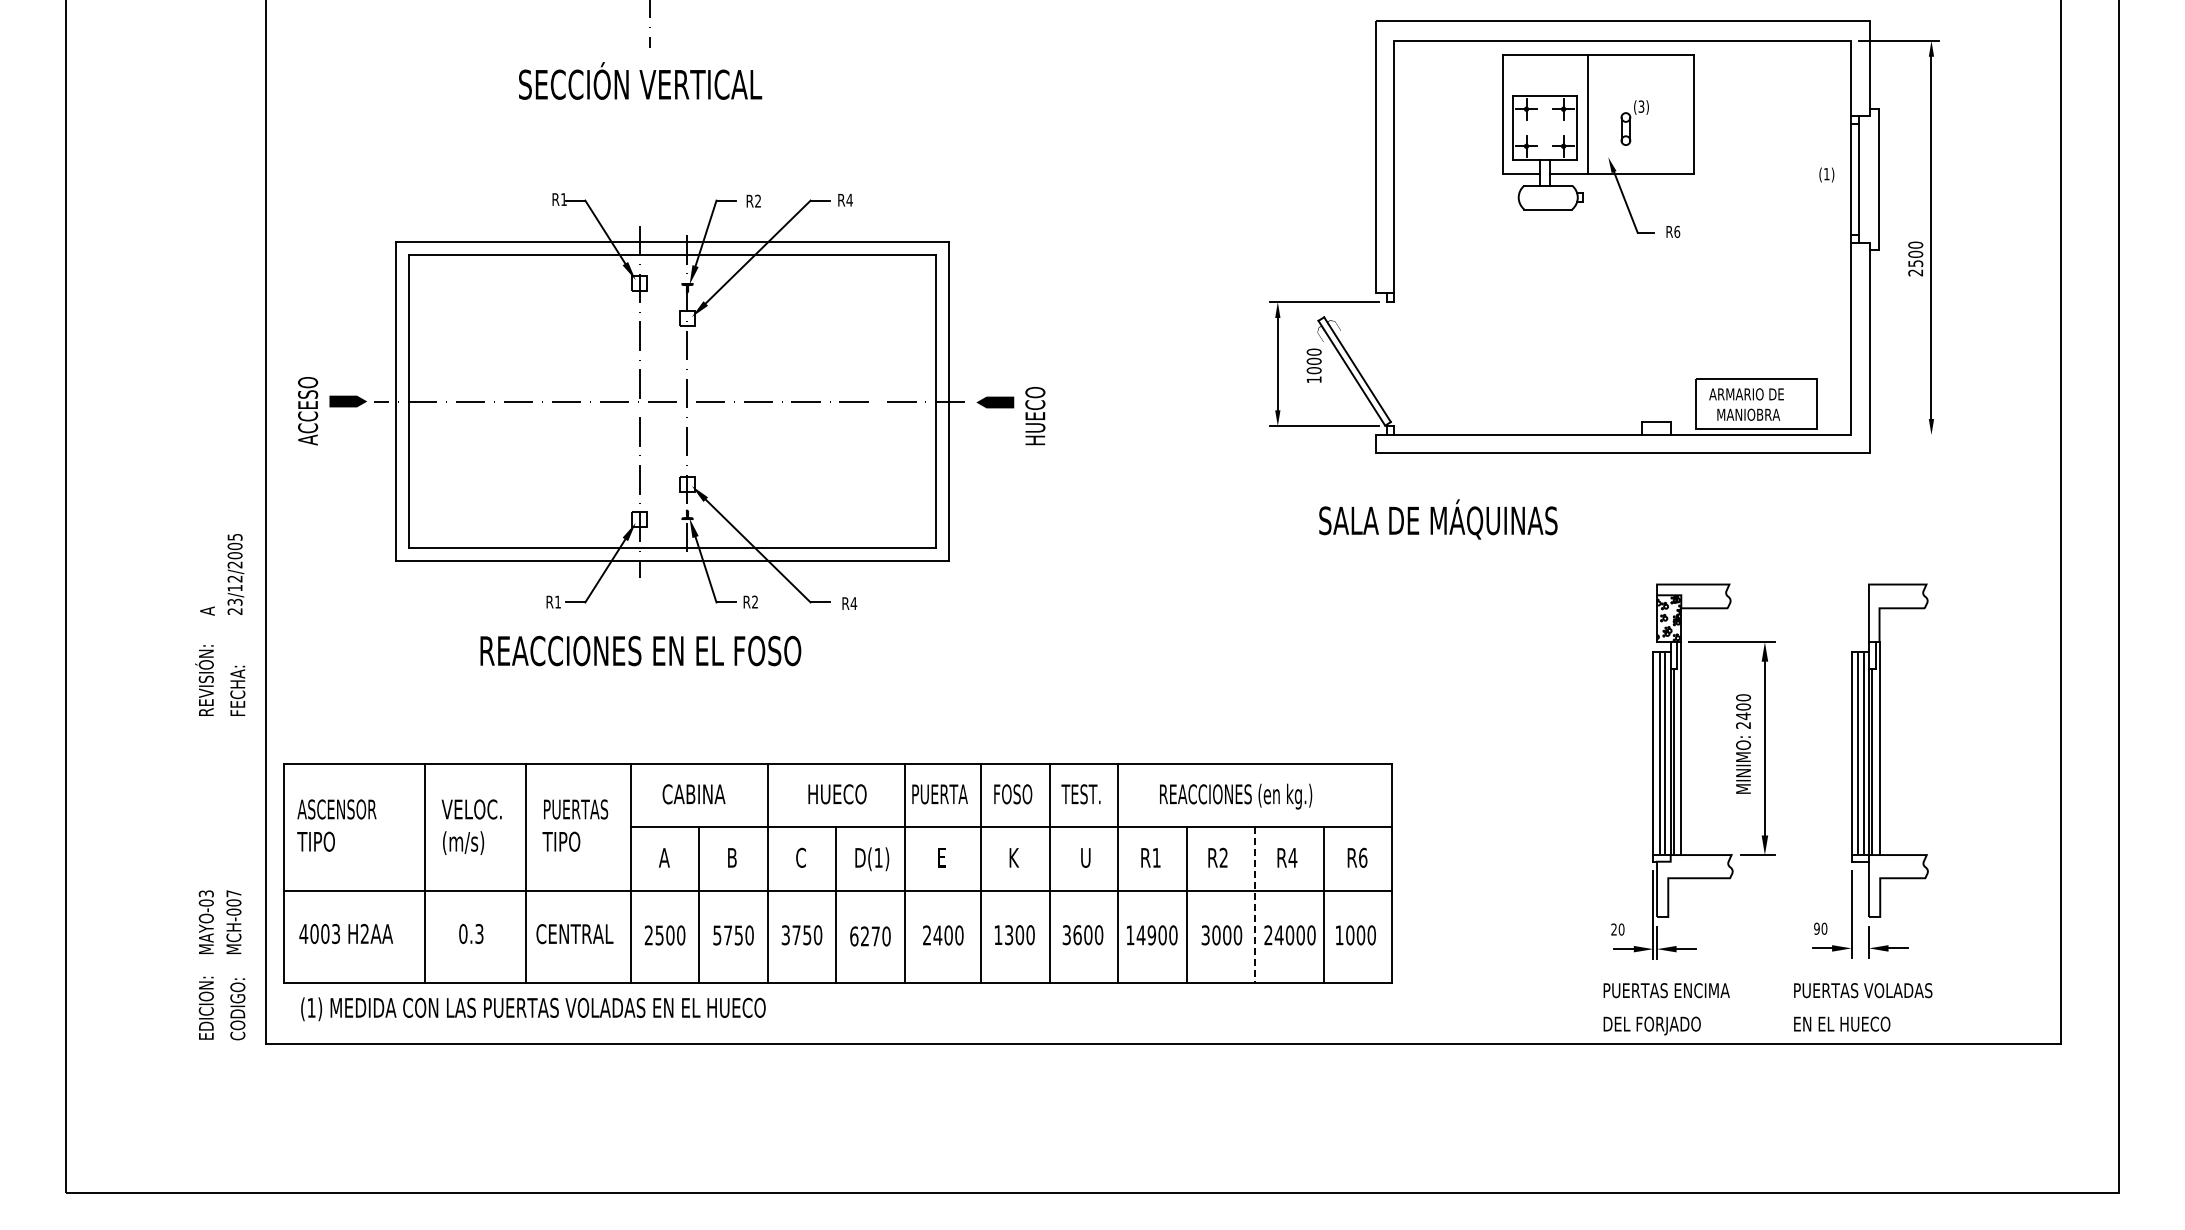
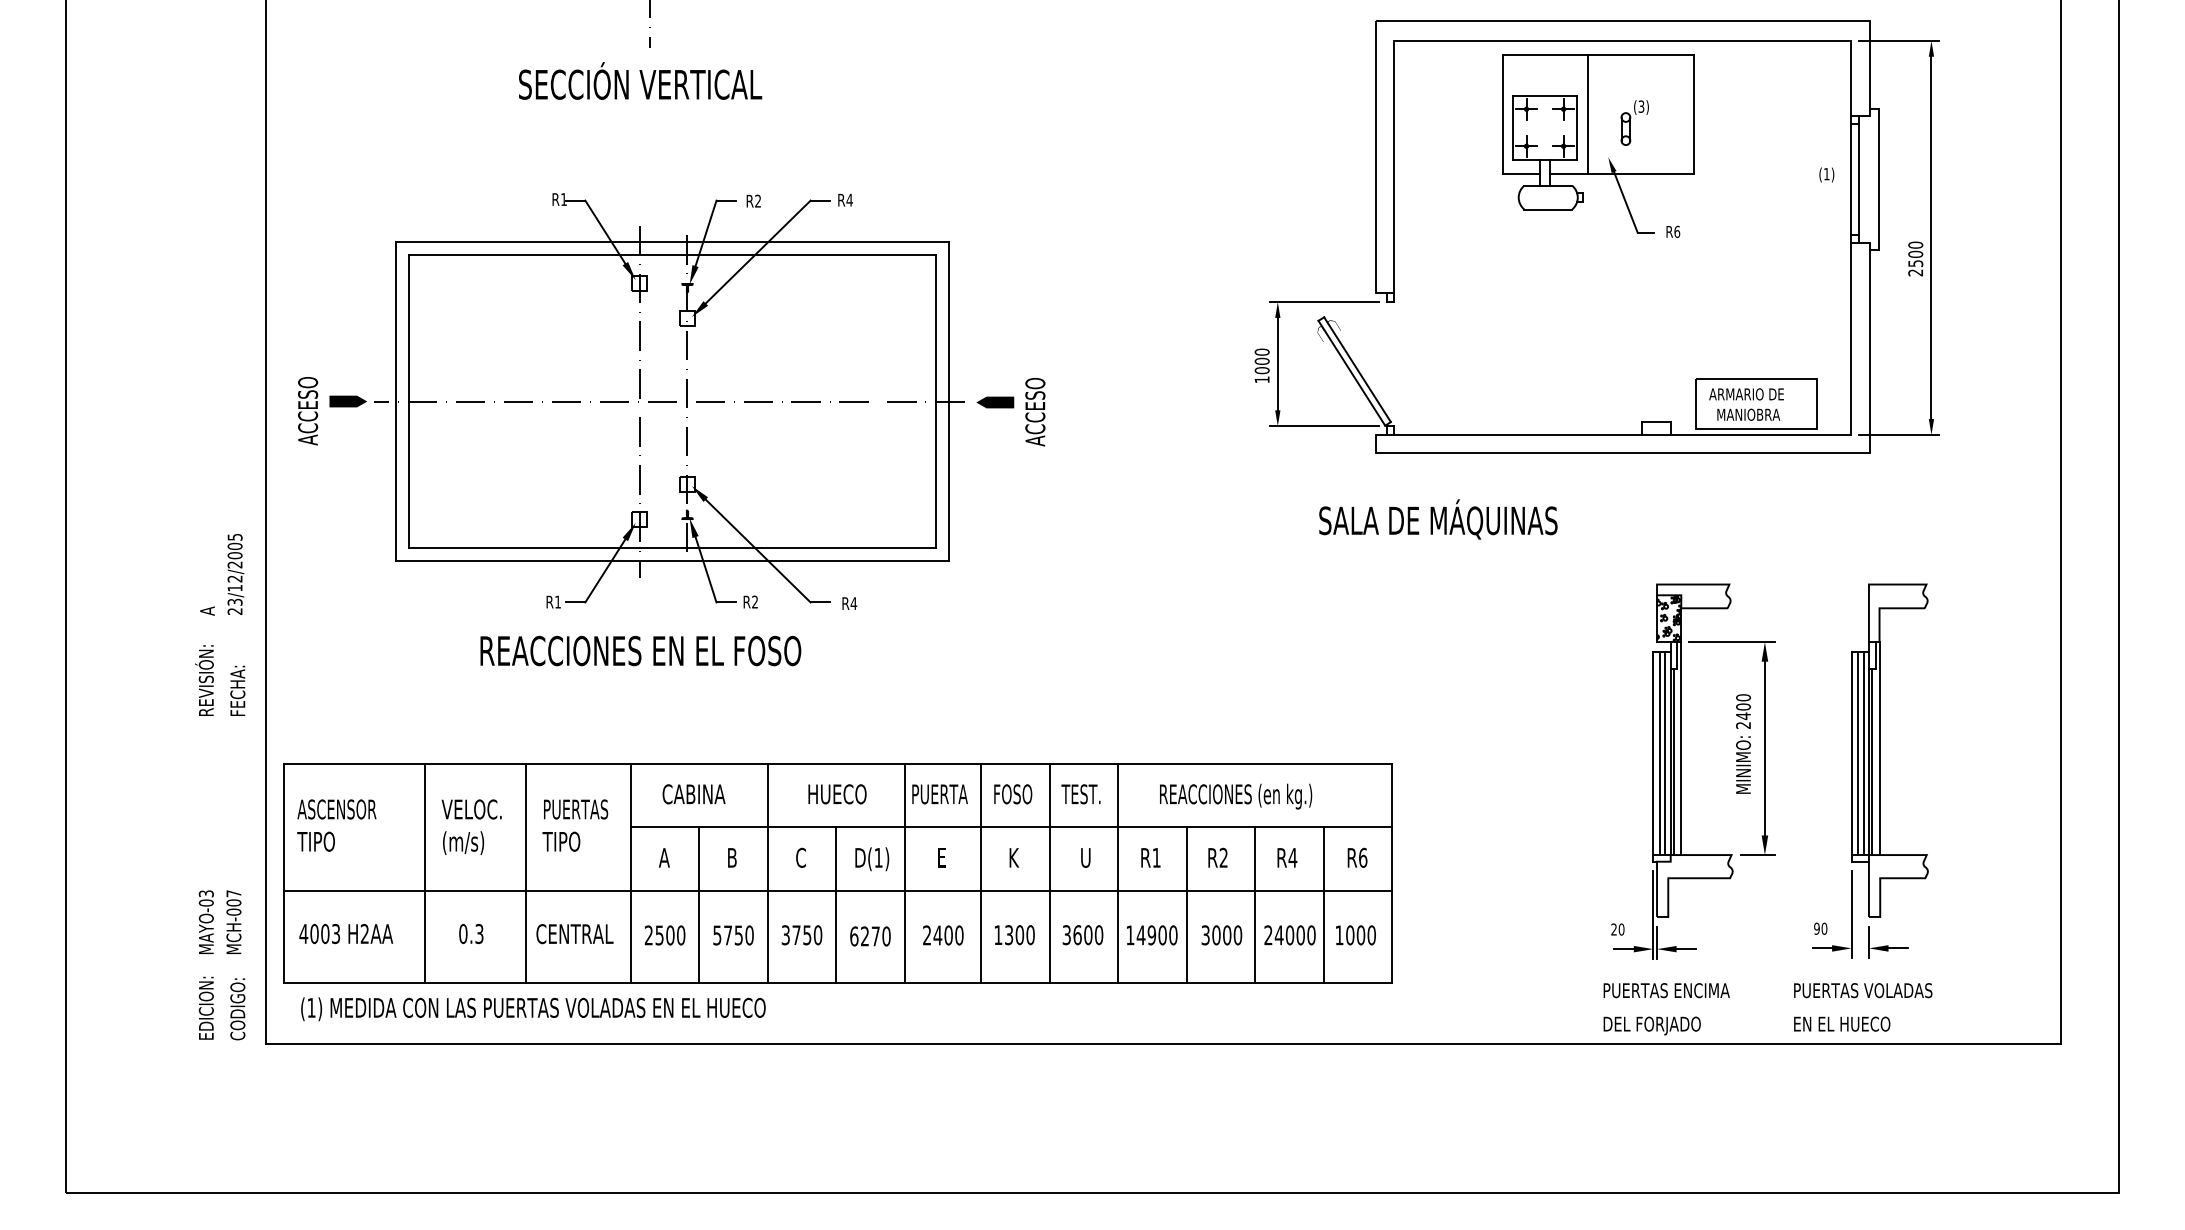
text at (1313, 365) position: (1313, 365) -> (1261, 365)
text at (1035, 412): HUECO -> ACCESO
line at (1899, 434): none -> present
line at (1255, 905): dashed -> solid
